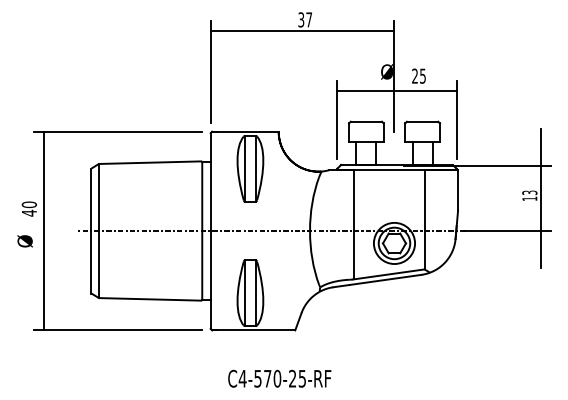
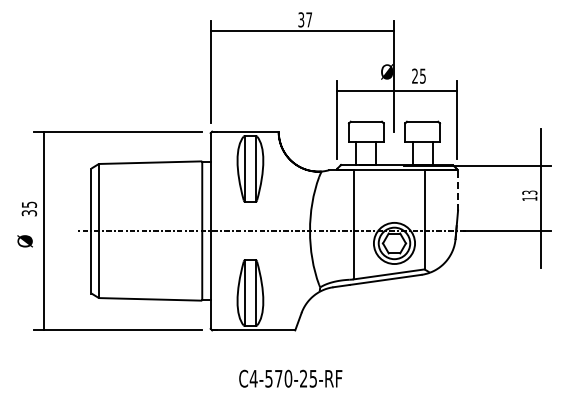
line at (458, 189): solid -> dashed
text at (29, 208): 40 -> 35
text at (279, 378) position: (279, 378) -> (290, 378)
